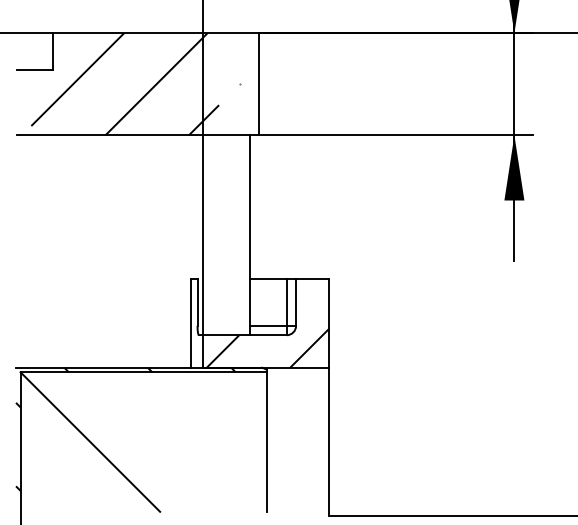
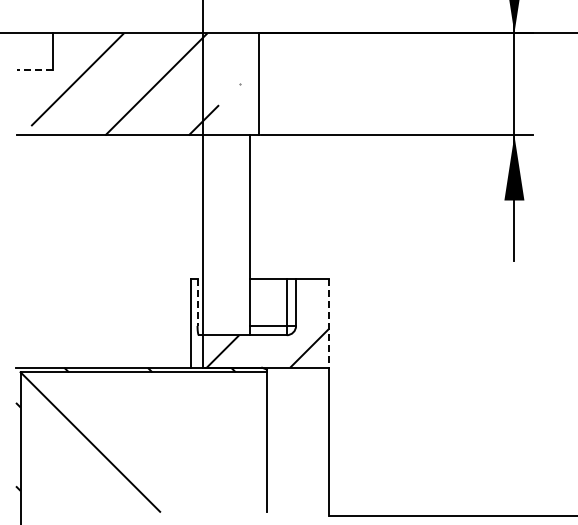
line at (34, 70): solid -> dashed
line at (197, 303): solid -> dashed
line at (328, 324): solid -> dashed
